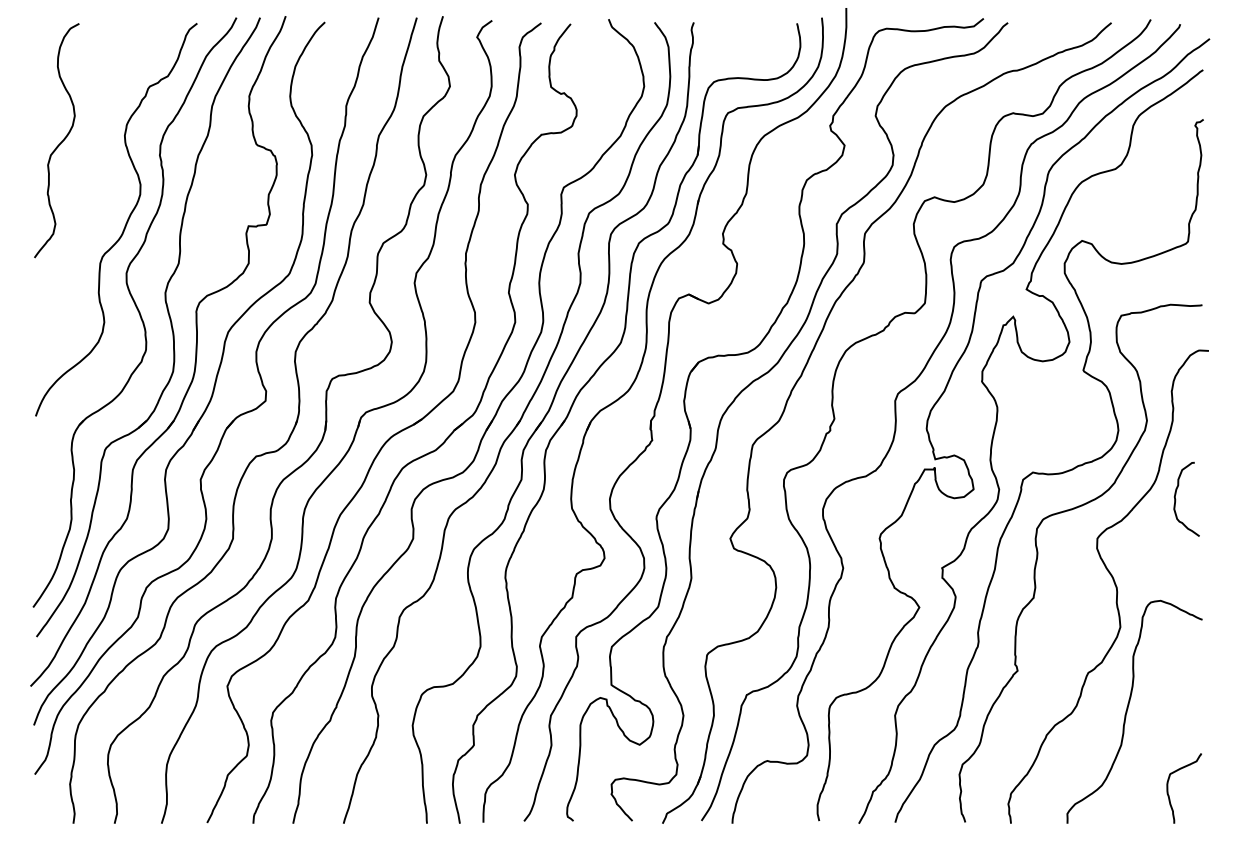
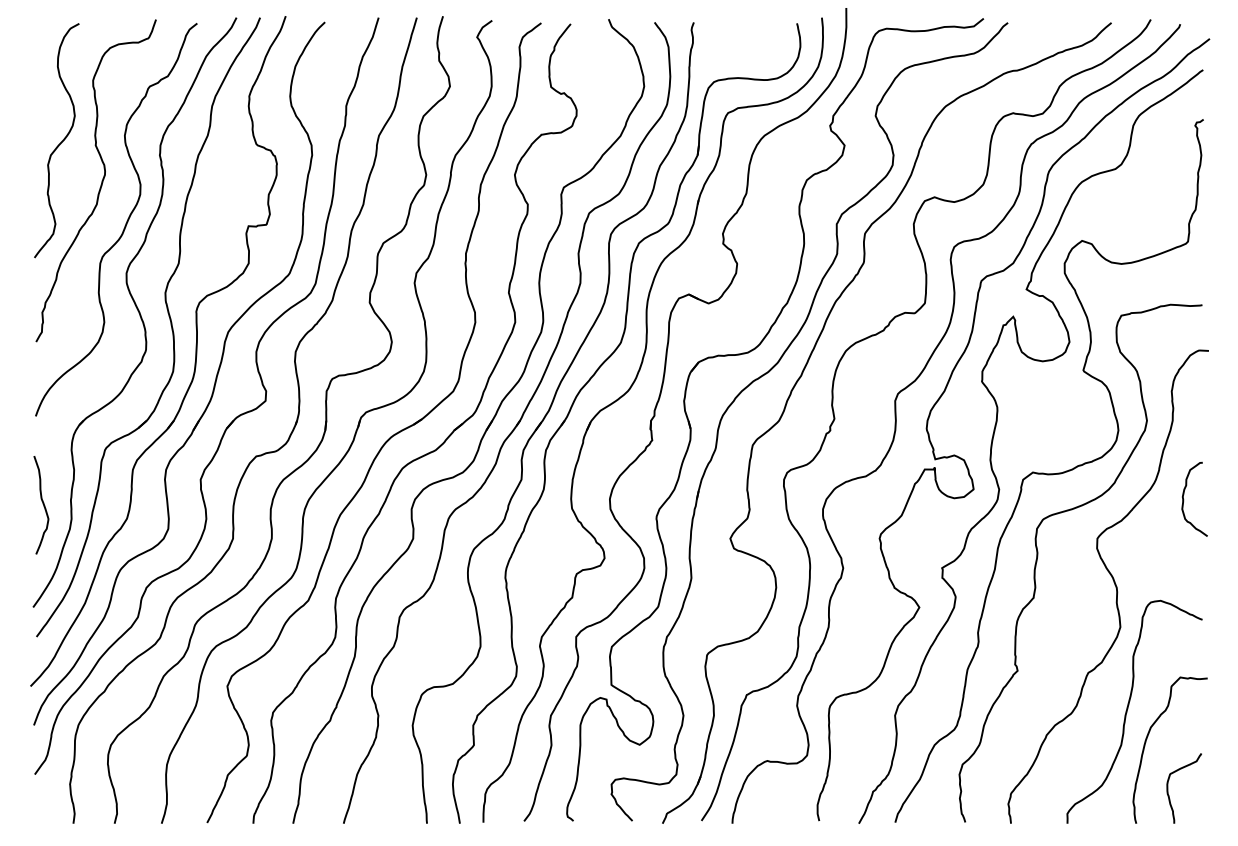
curve at (101, 180): none -> present
curve at (1176, 499) position: (1176, 499) -> (1184, 499)
curve at (42, 504): none -> present
curve at (1146, 742): none -> present
